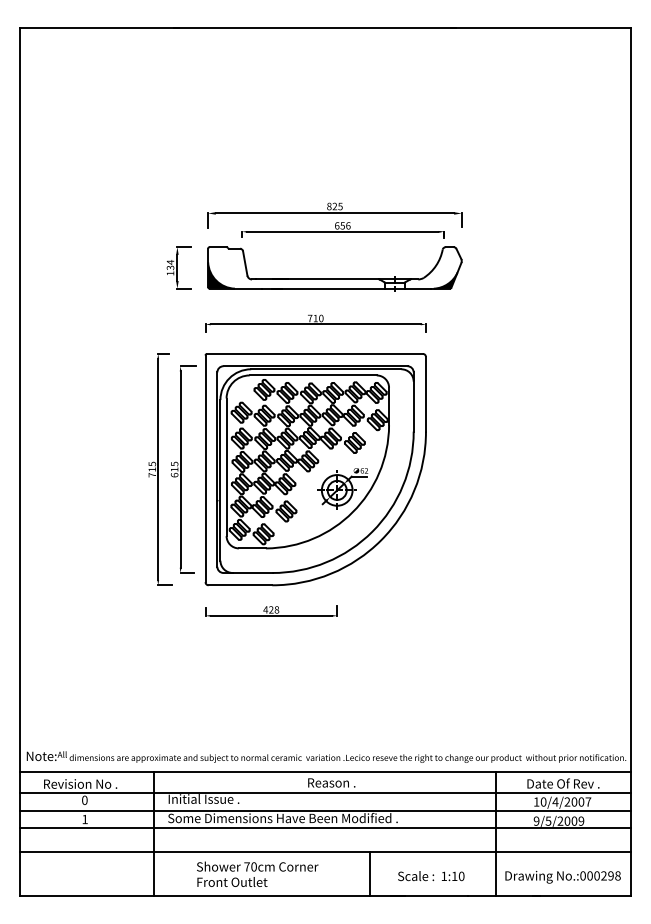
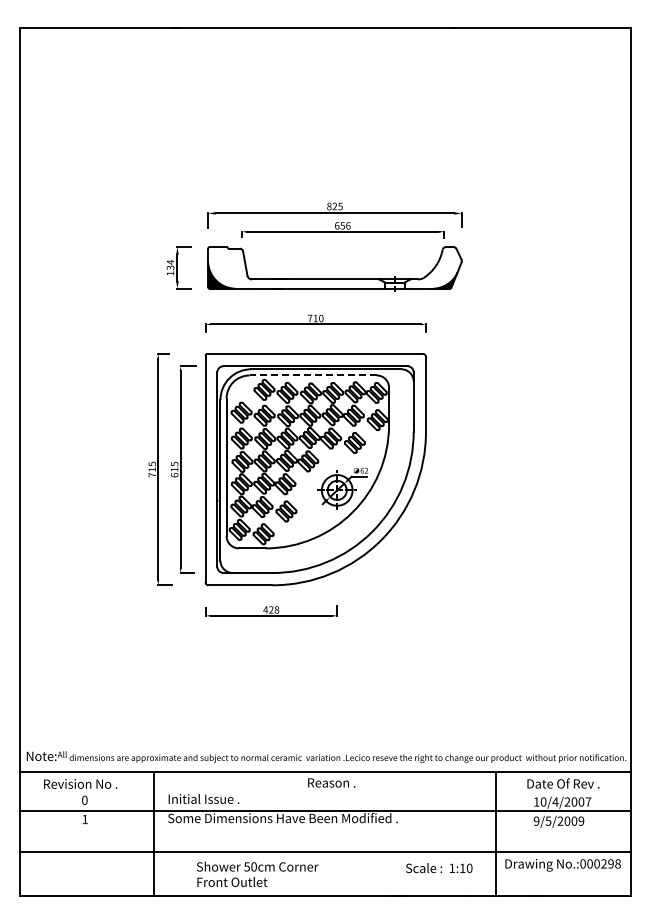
line at (313, 375): solid -> dashed
line at (325, 793): present -> none
line at (325, 827): present -> none
text at (246, 866): 70cm -> 50cm
line at (369, 873): present -> none
text at (431, 876) position: (431, 876) -> (439, 868)
text at (562, 877) position: (562, 877) -> (562, 865)
